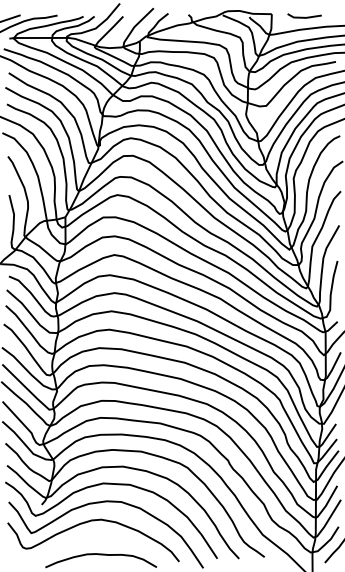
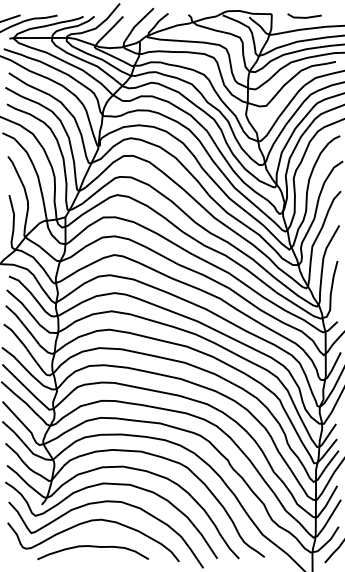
part at (101, 560) position: (101, 560) -> (93, 552)
